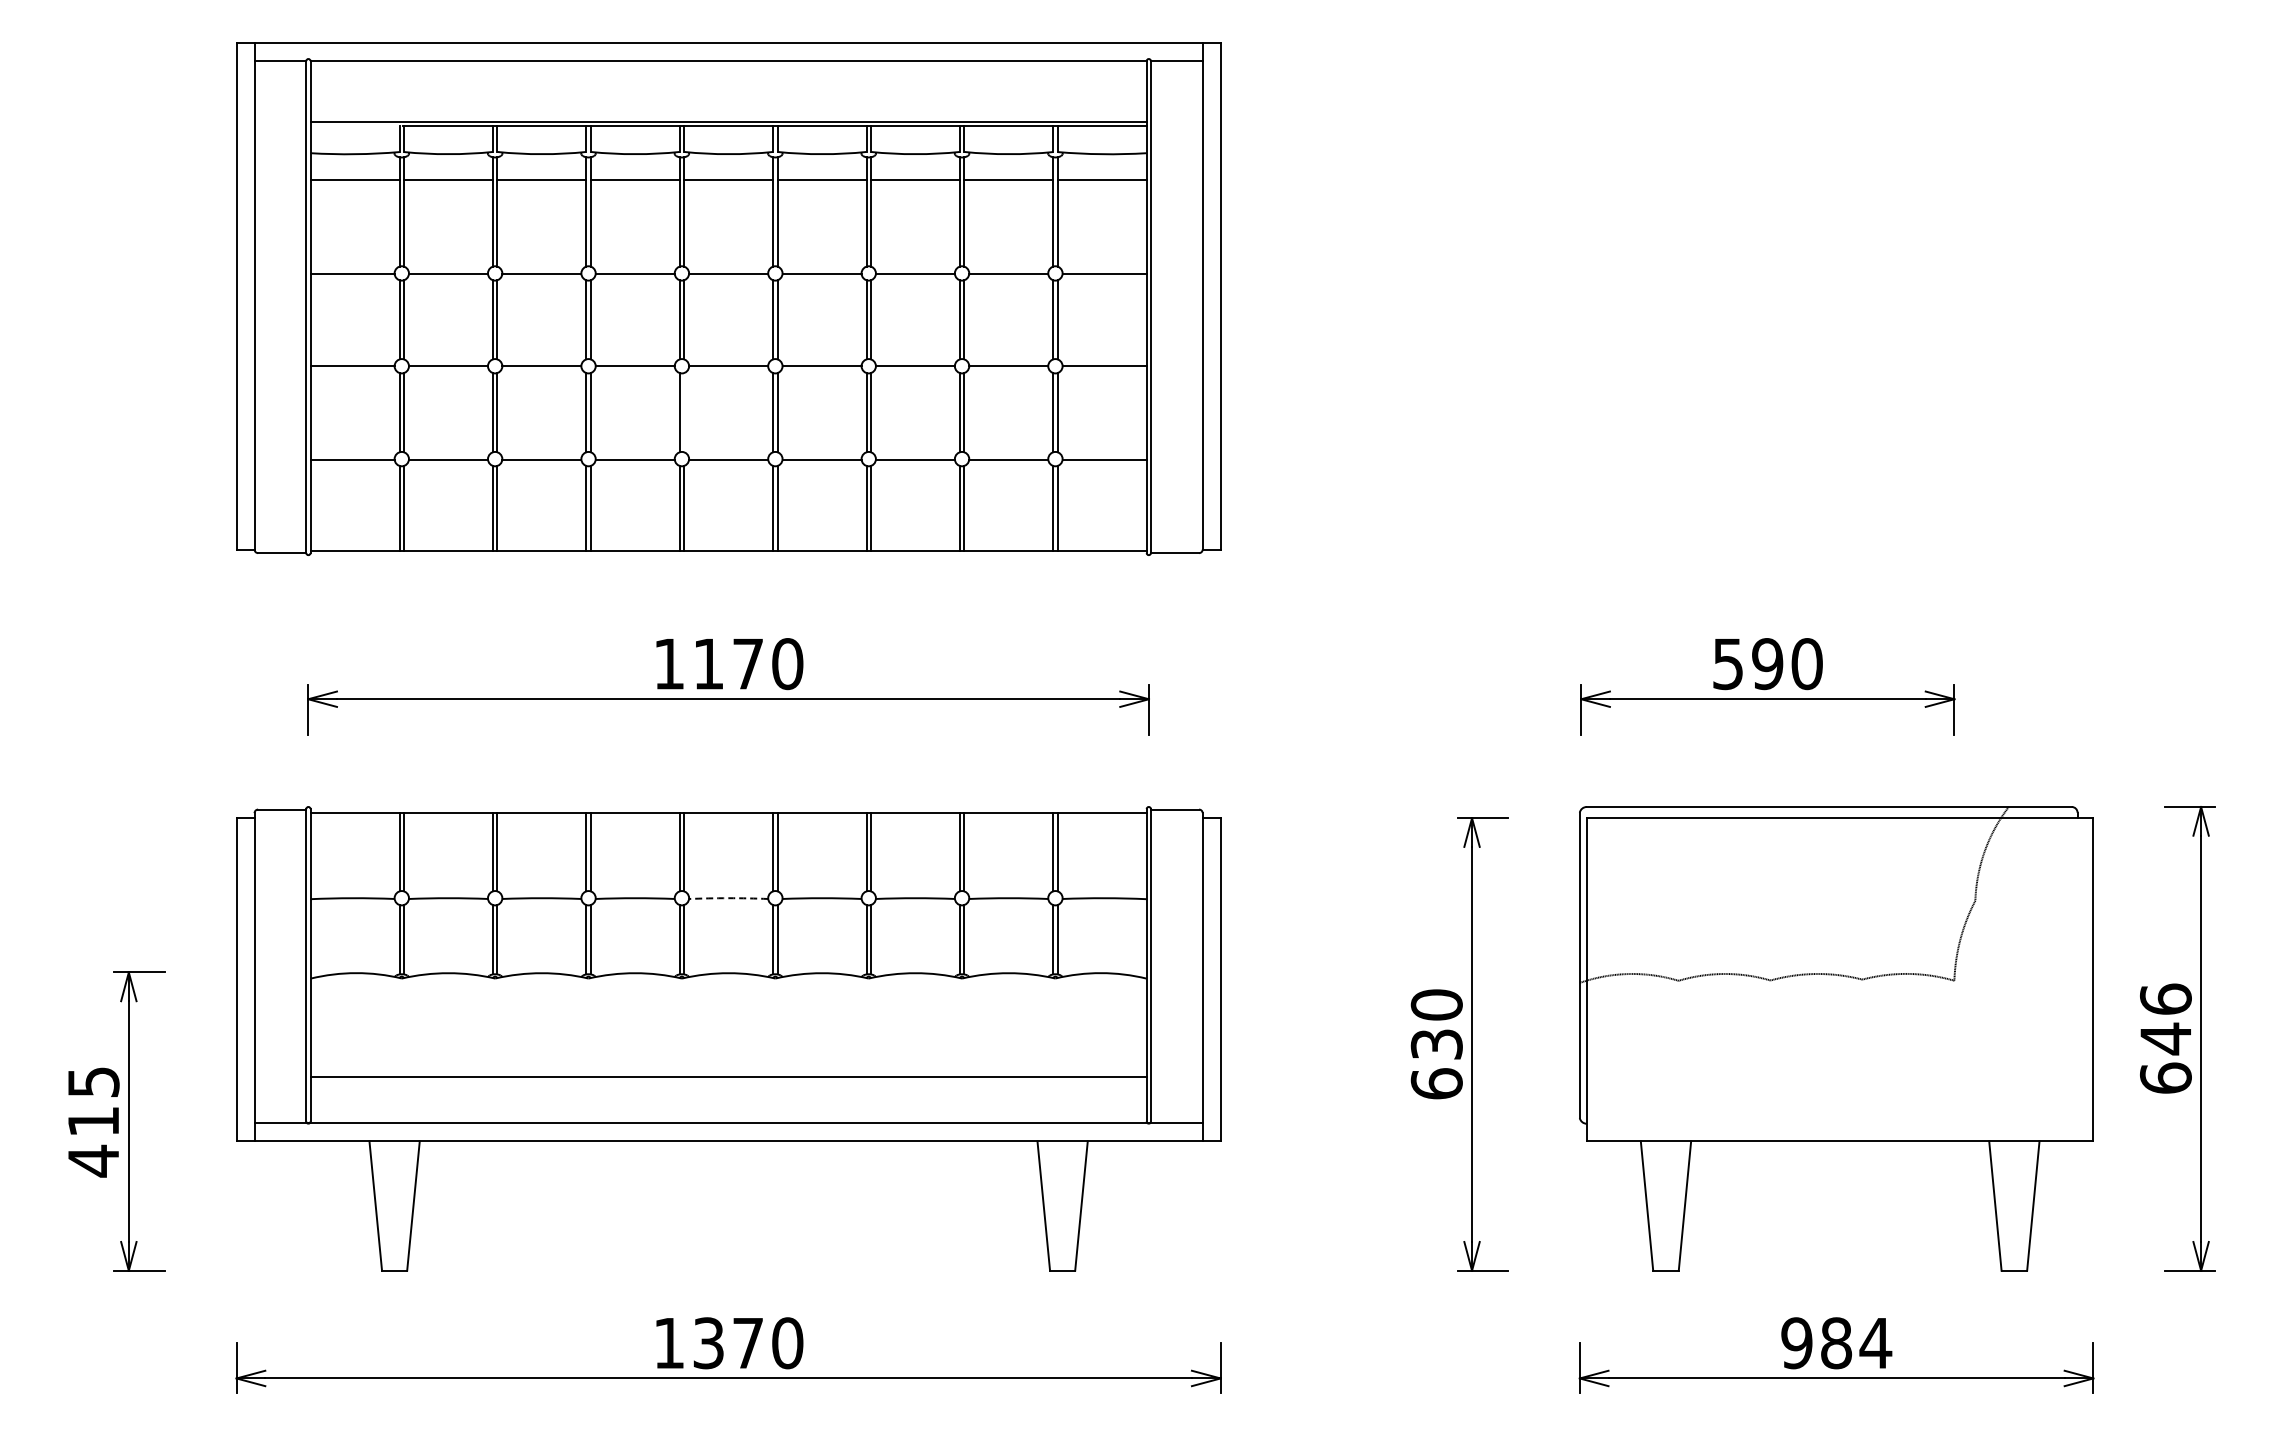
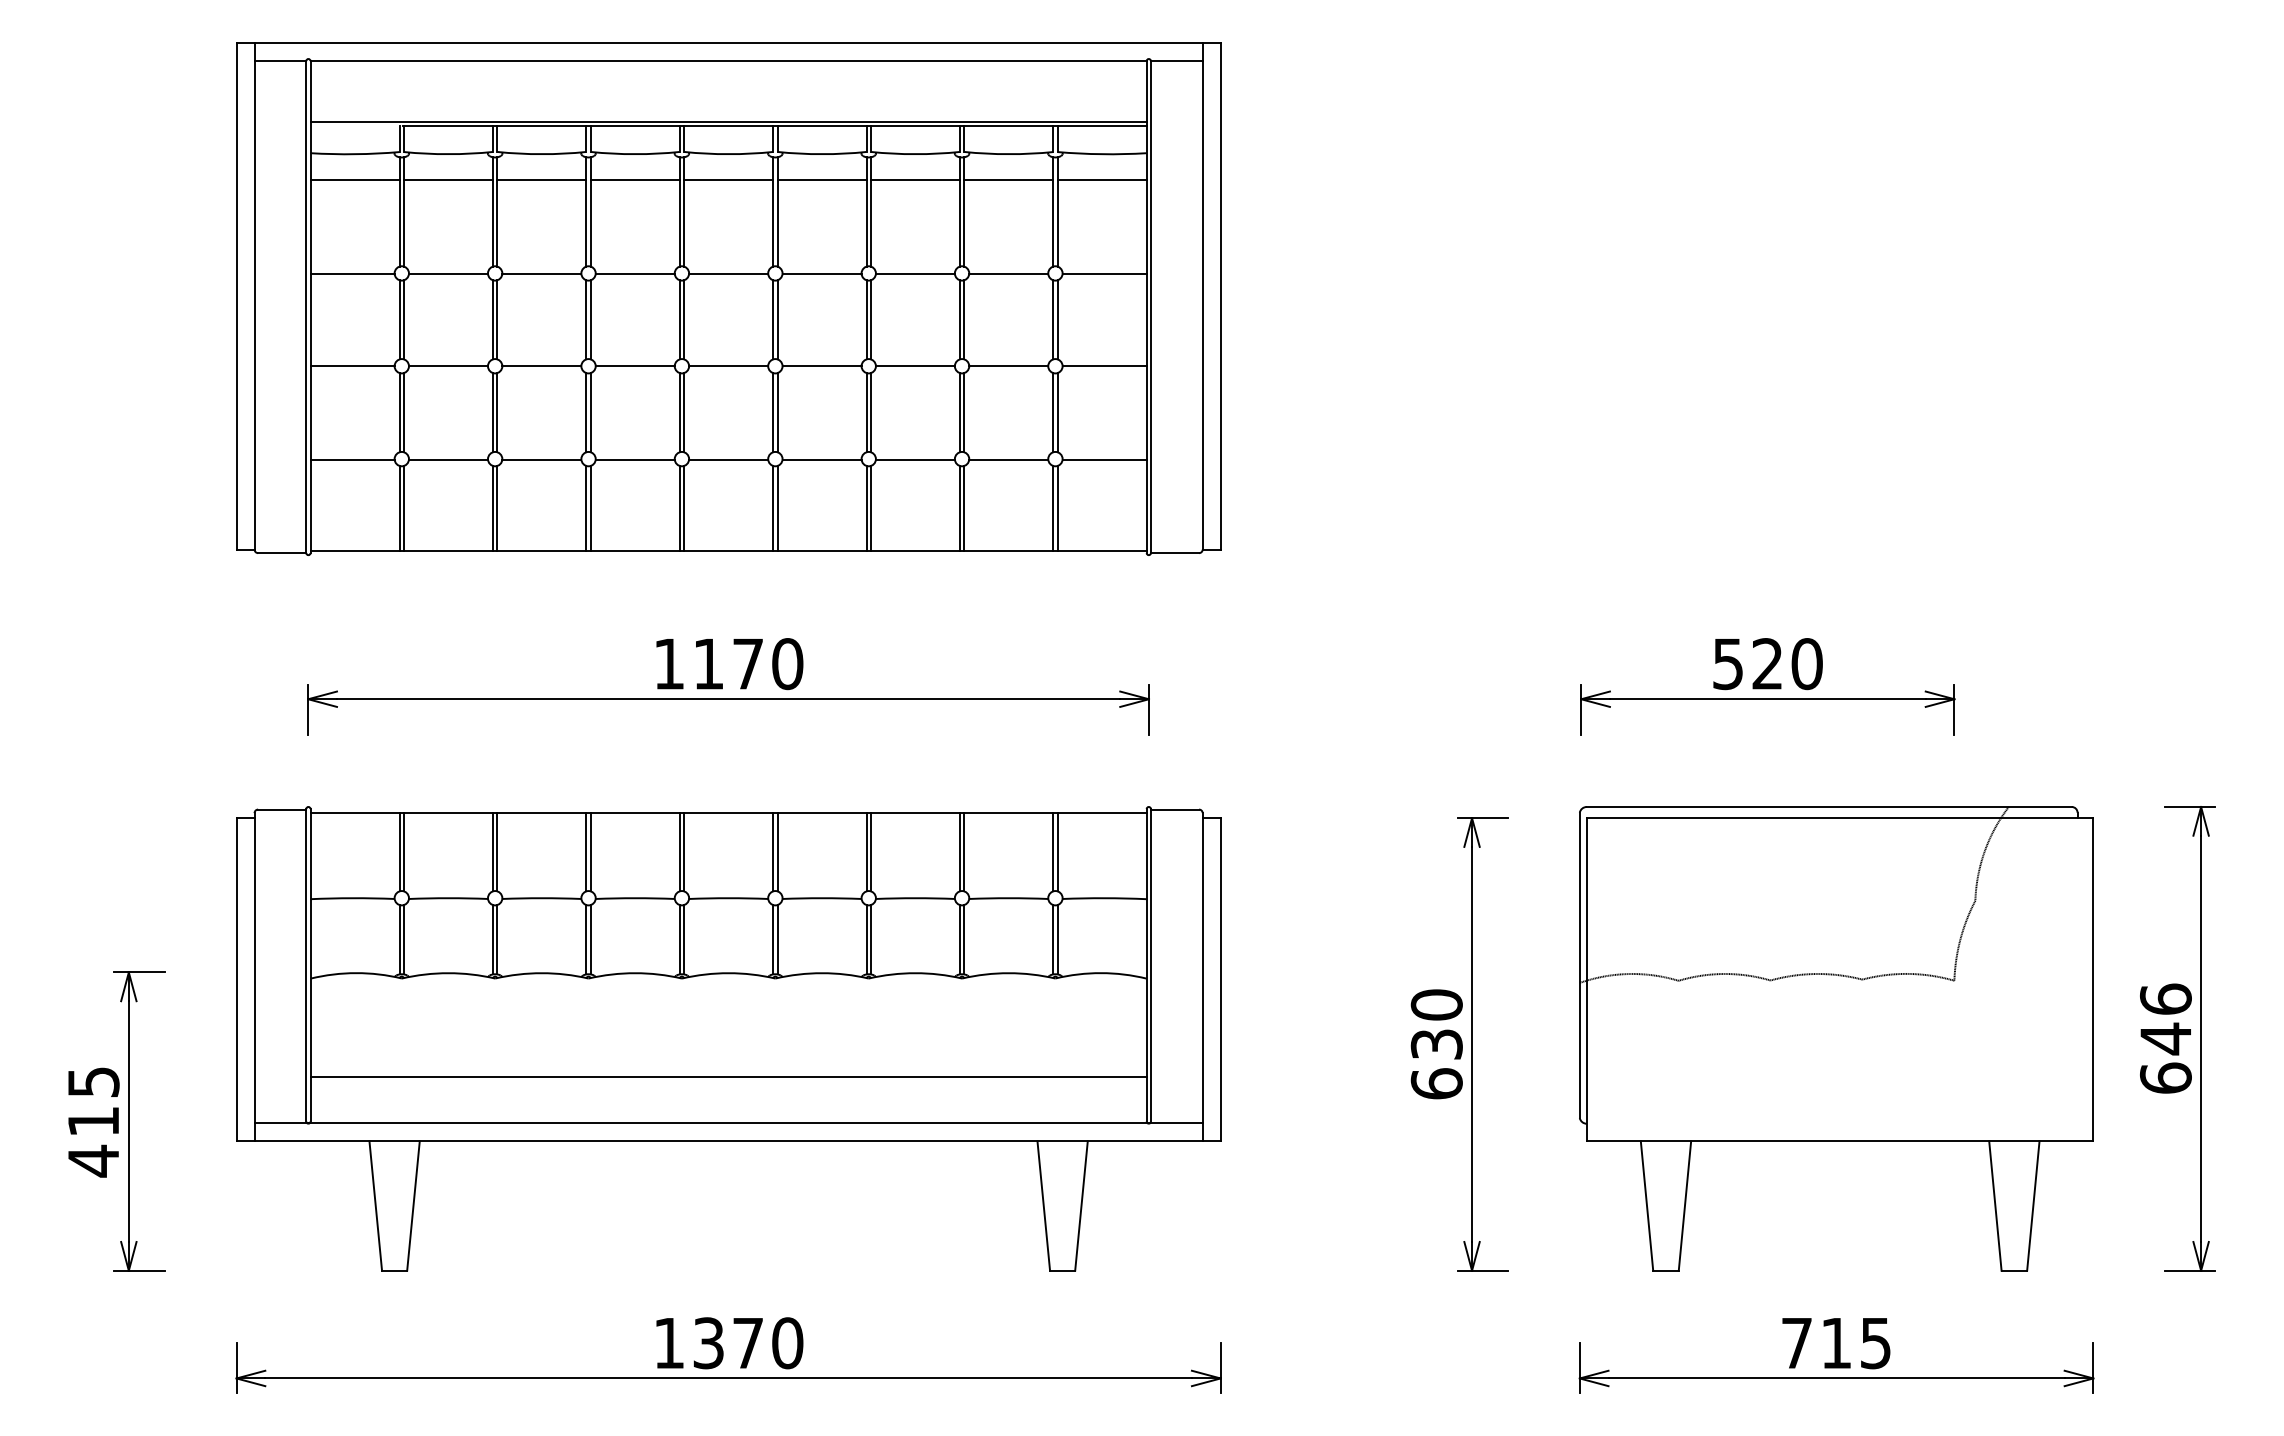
line at (684, 412): none -> present
text at (1767, 664): 590 -> 520
arc at (728, 898): dashed -> solid
text at (1836, 1343): 984 -> 715
